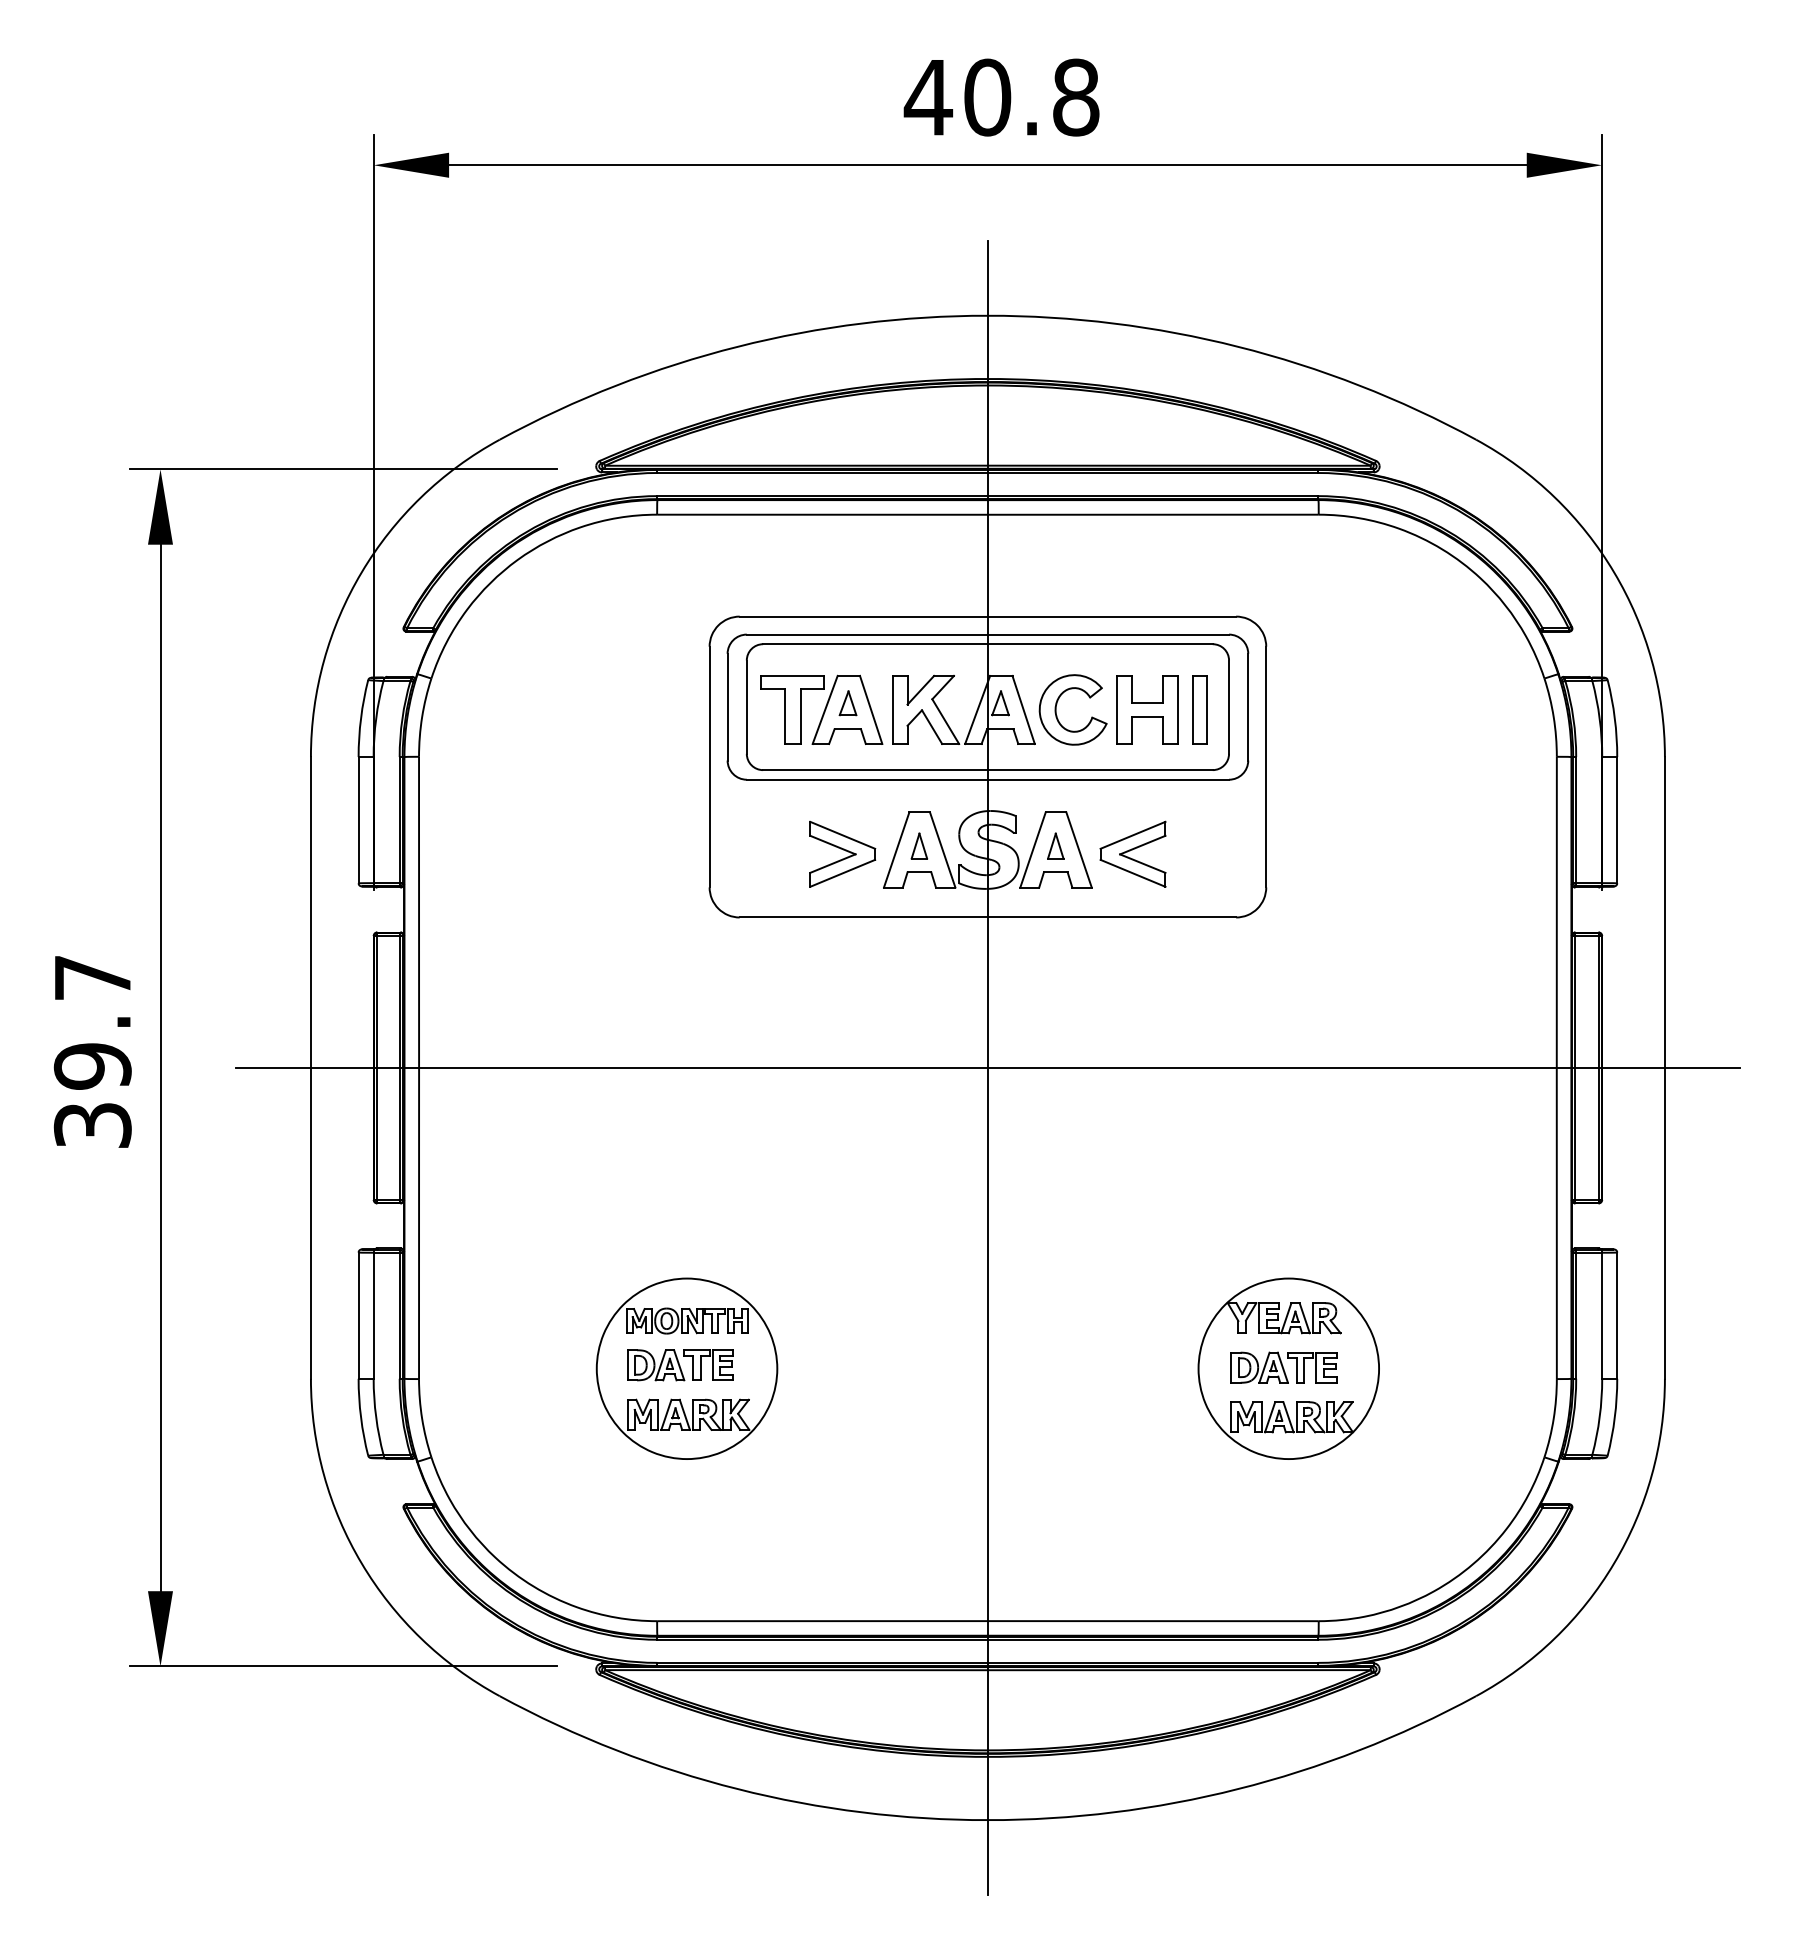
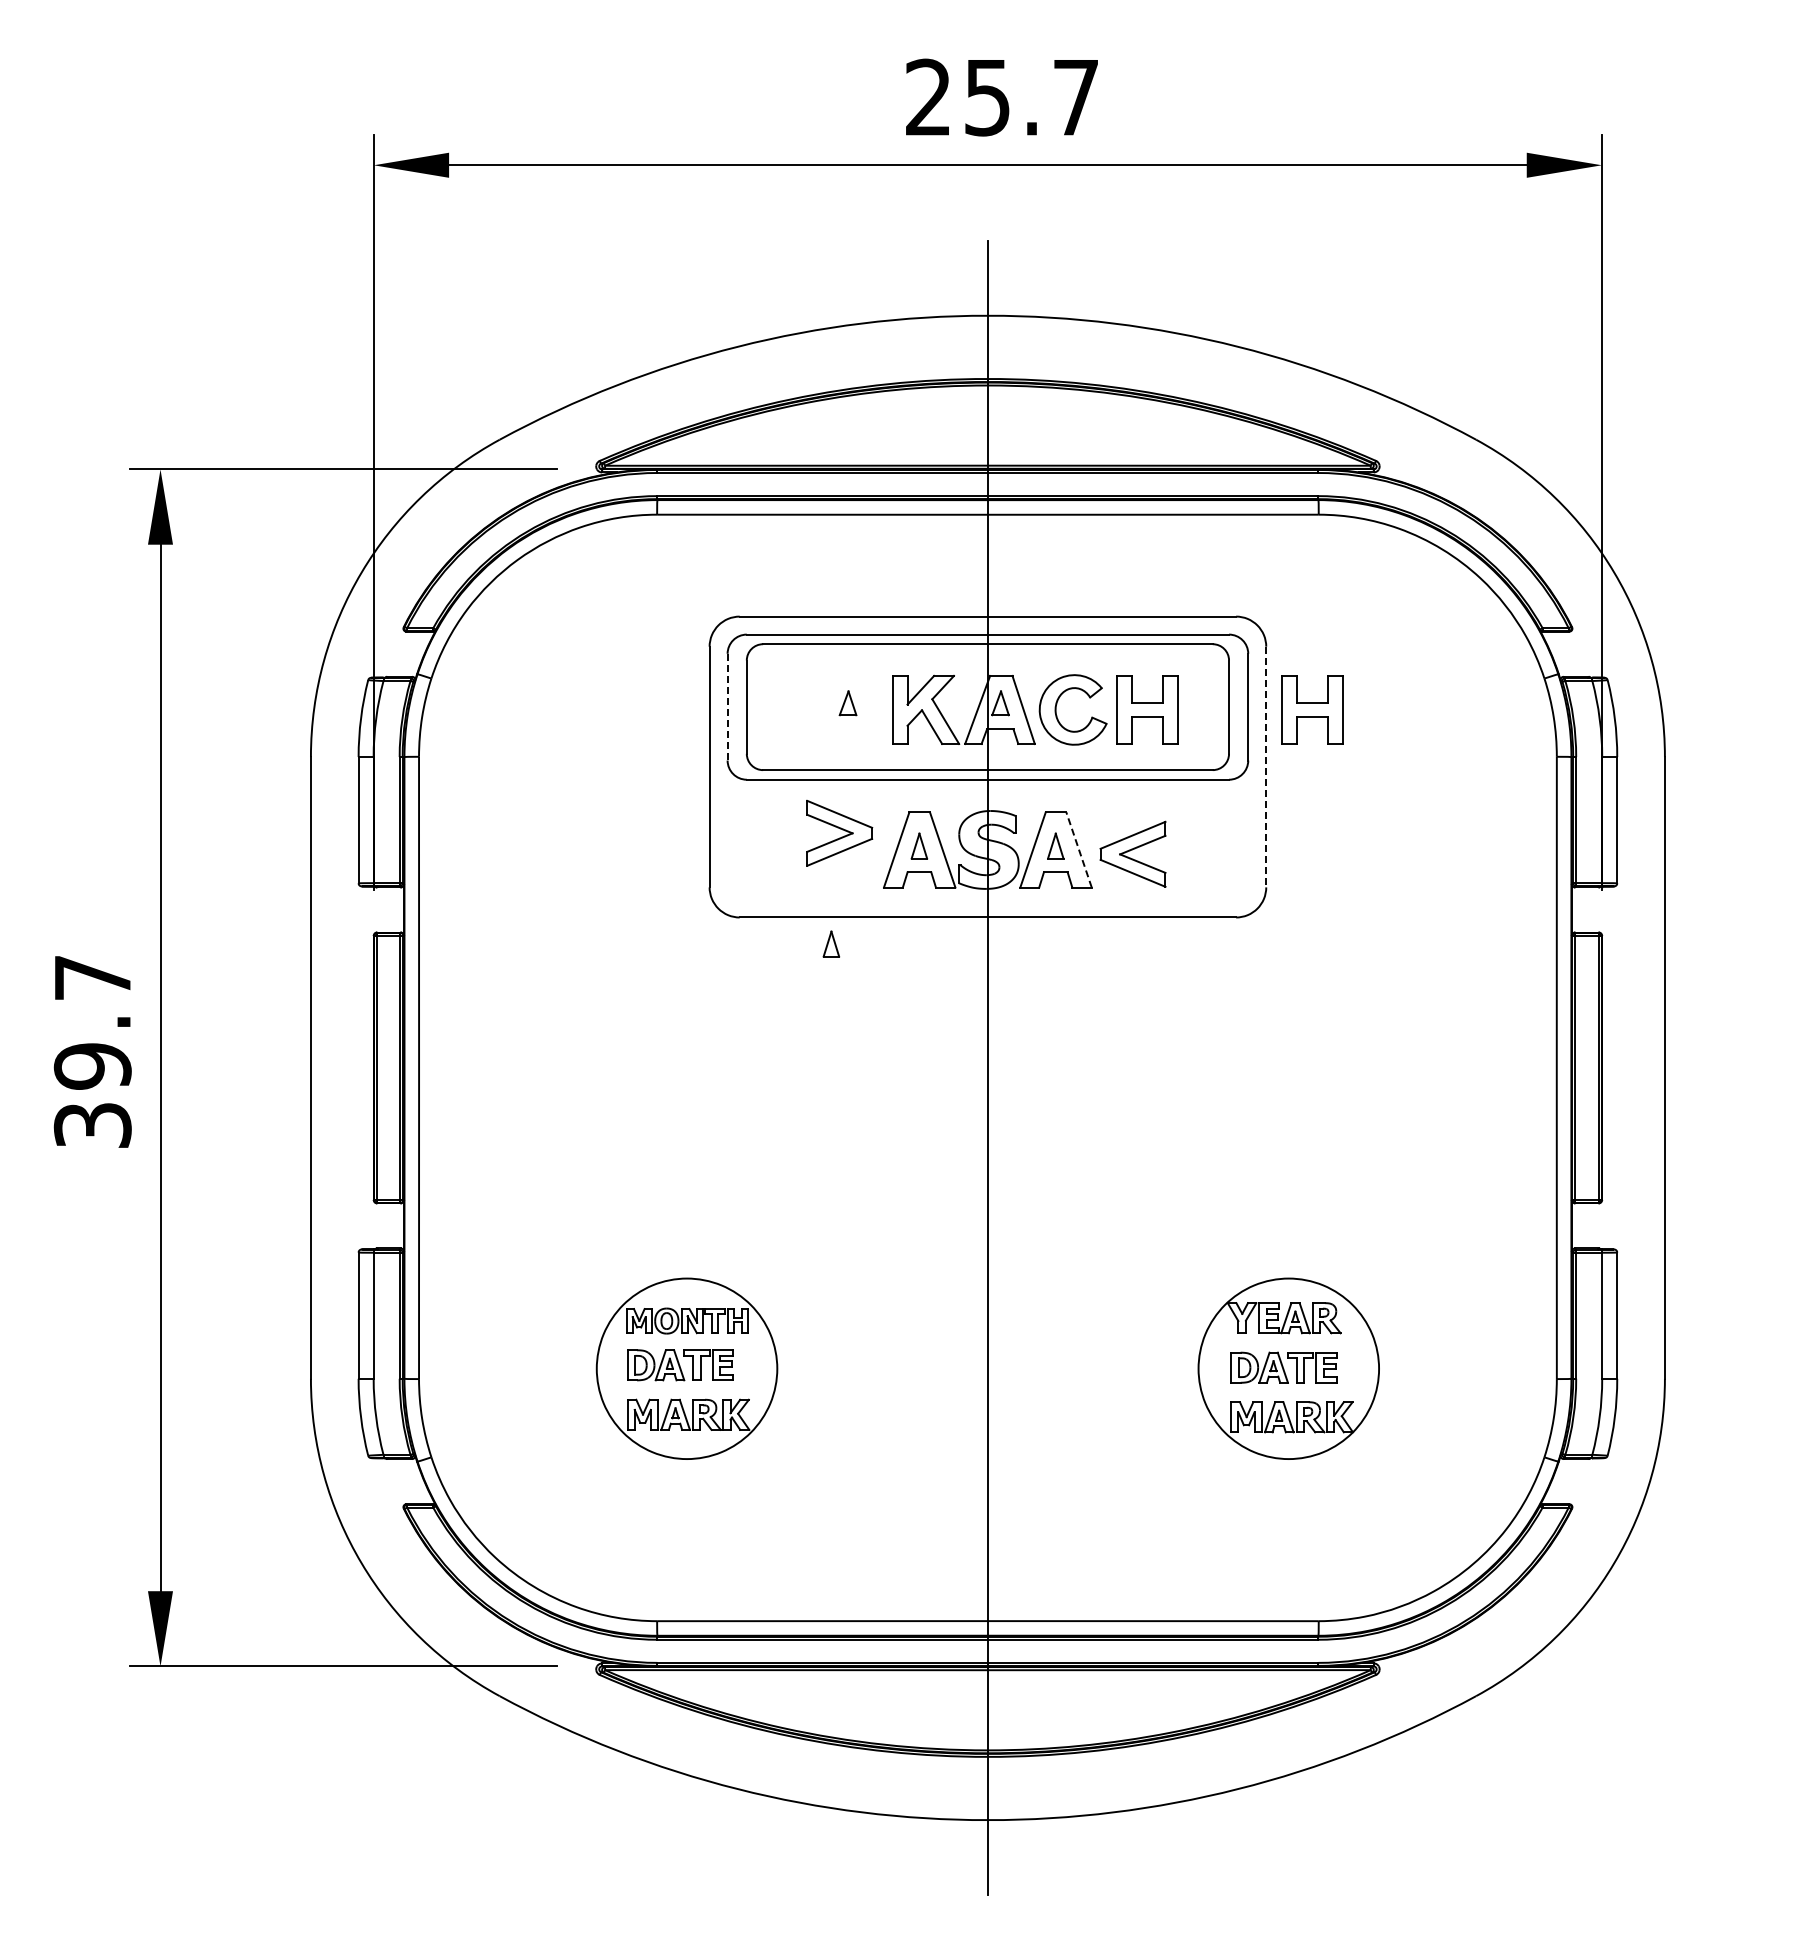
text at (1001, 97): 40.8 -> 25.7
line at (727, 707): solid -> dashed
part at (821, 709): present -> none
part at (1199, 709): present -> none
part at (1312, 709): none -> present
line at (1266, 767): solid -> dashed
line at (1079, 849): solid -> dashed
part at (842, 854) position: (842, 854) -> (839, 833)
part at (831, 943): none -> present
line at (987, 1067): present -> none
